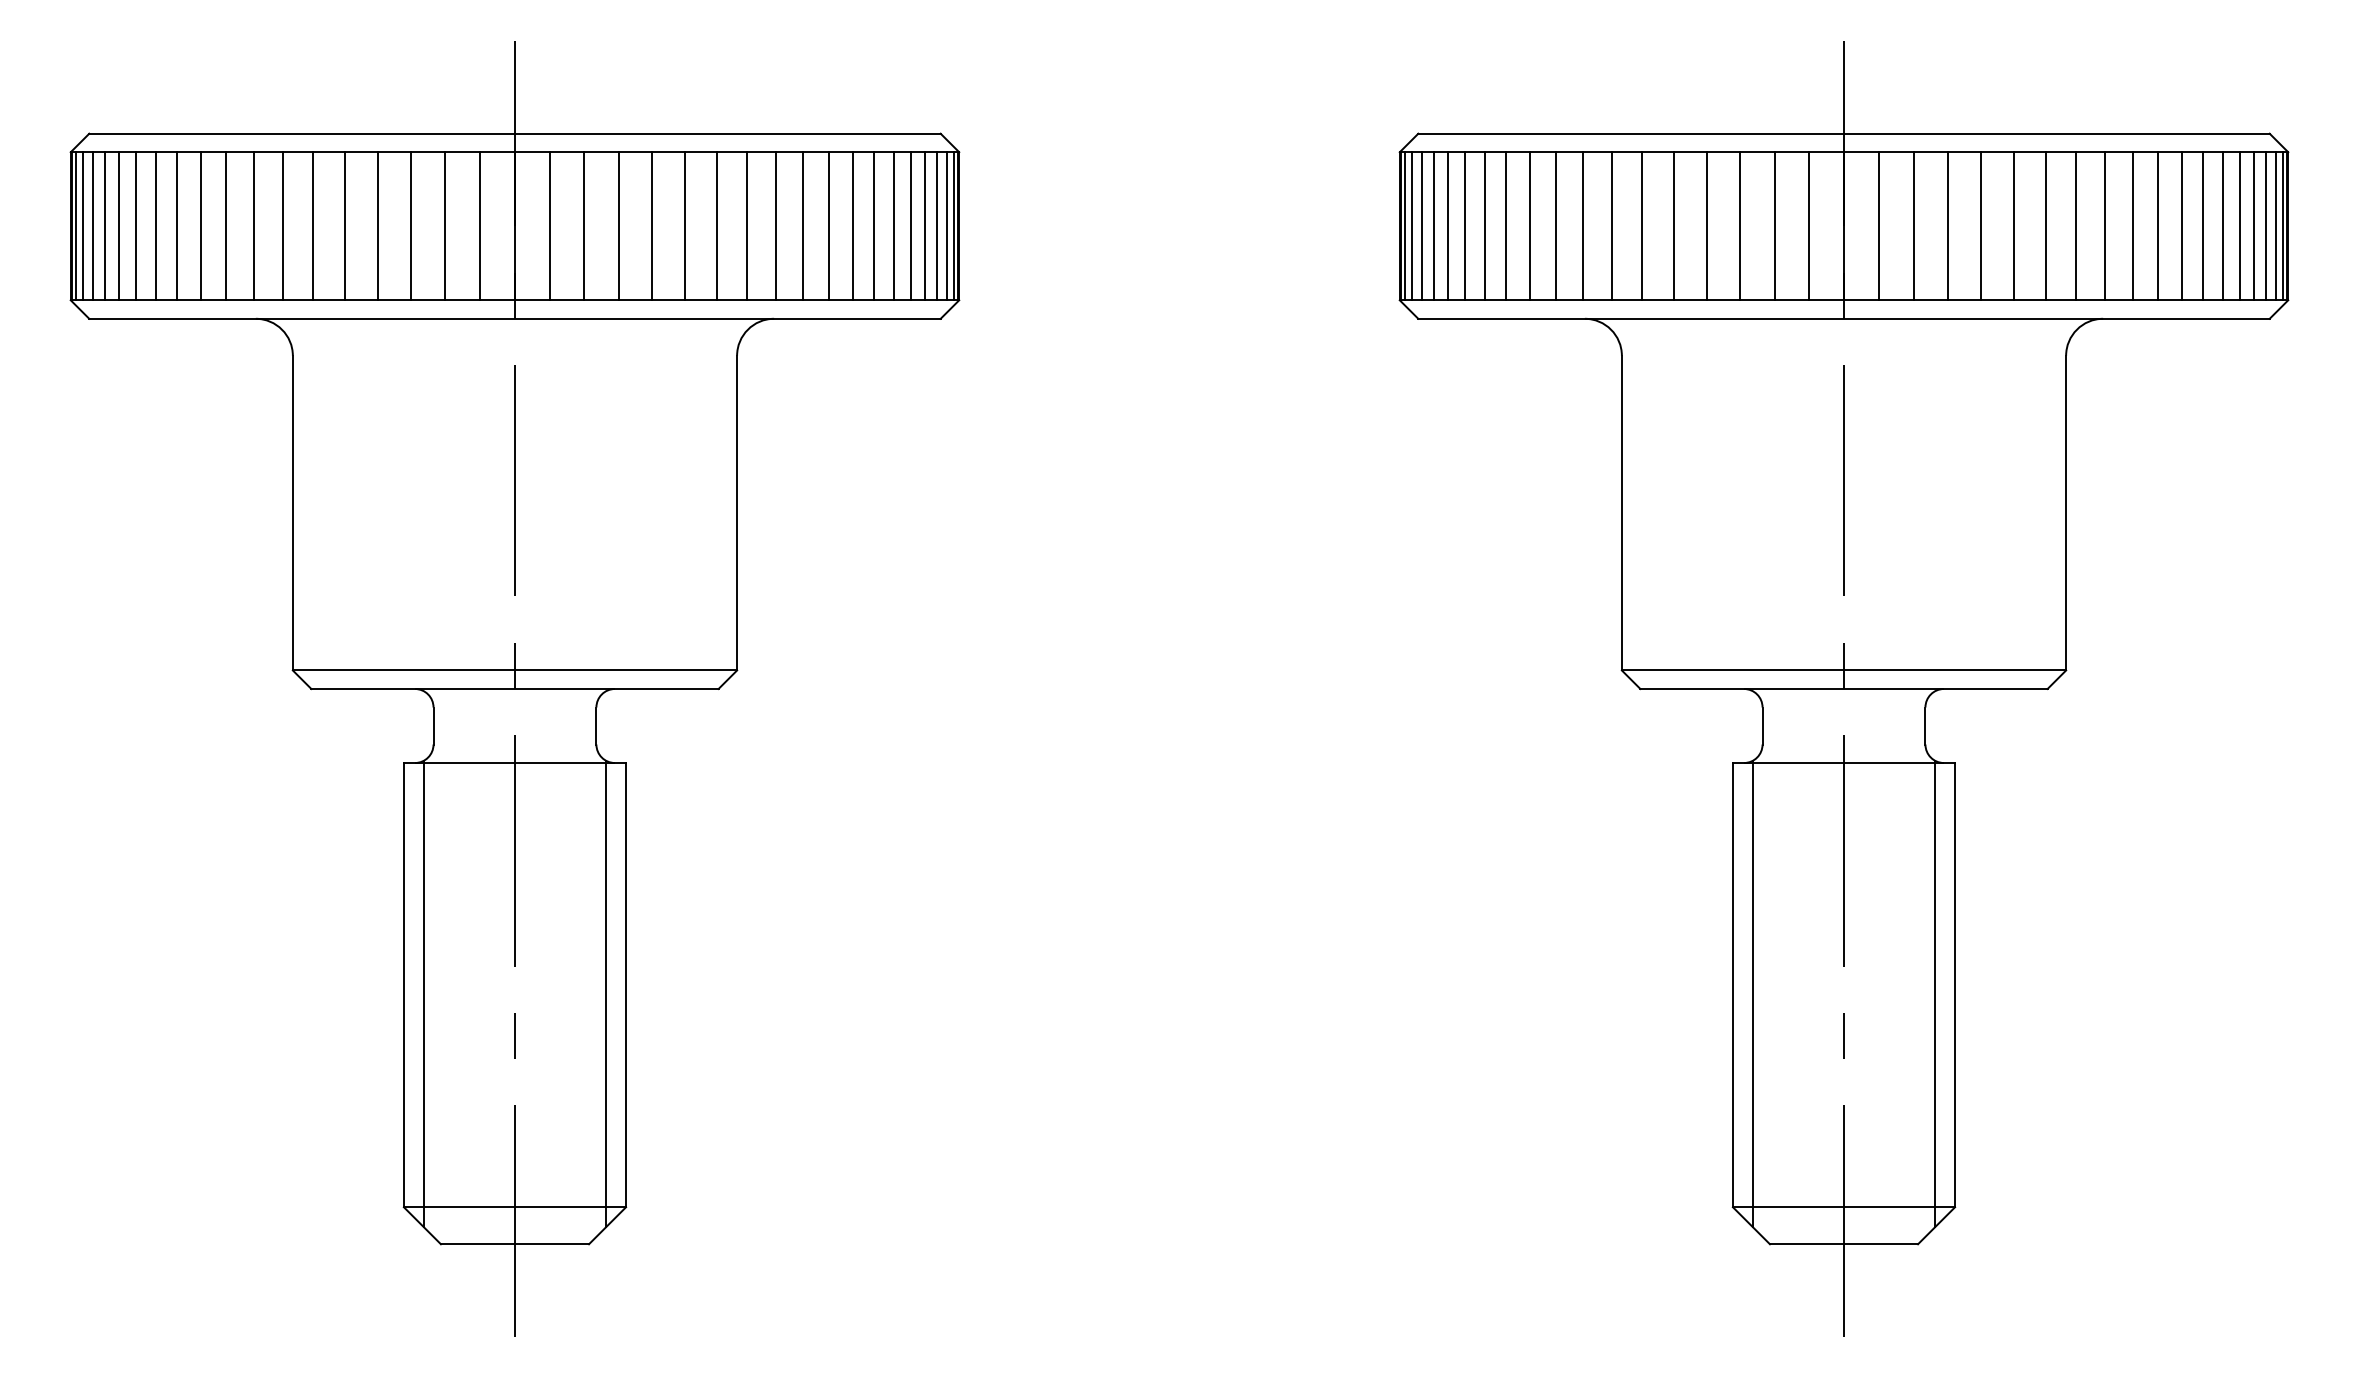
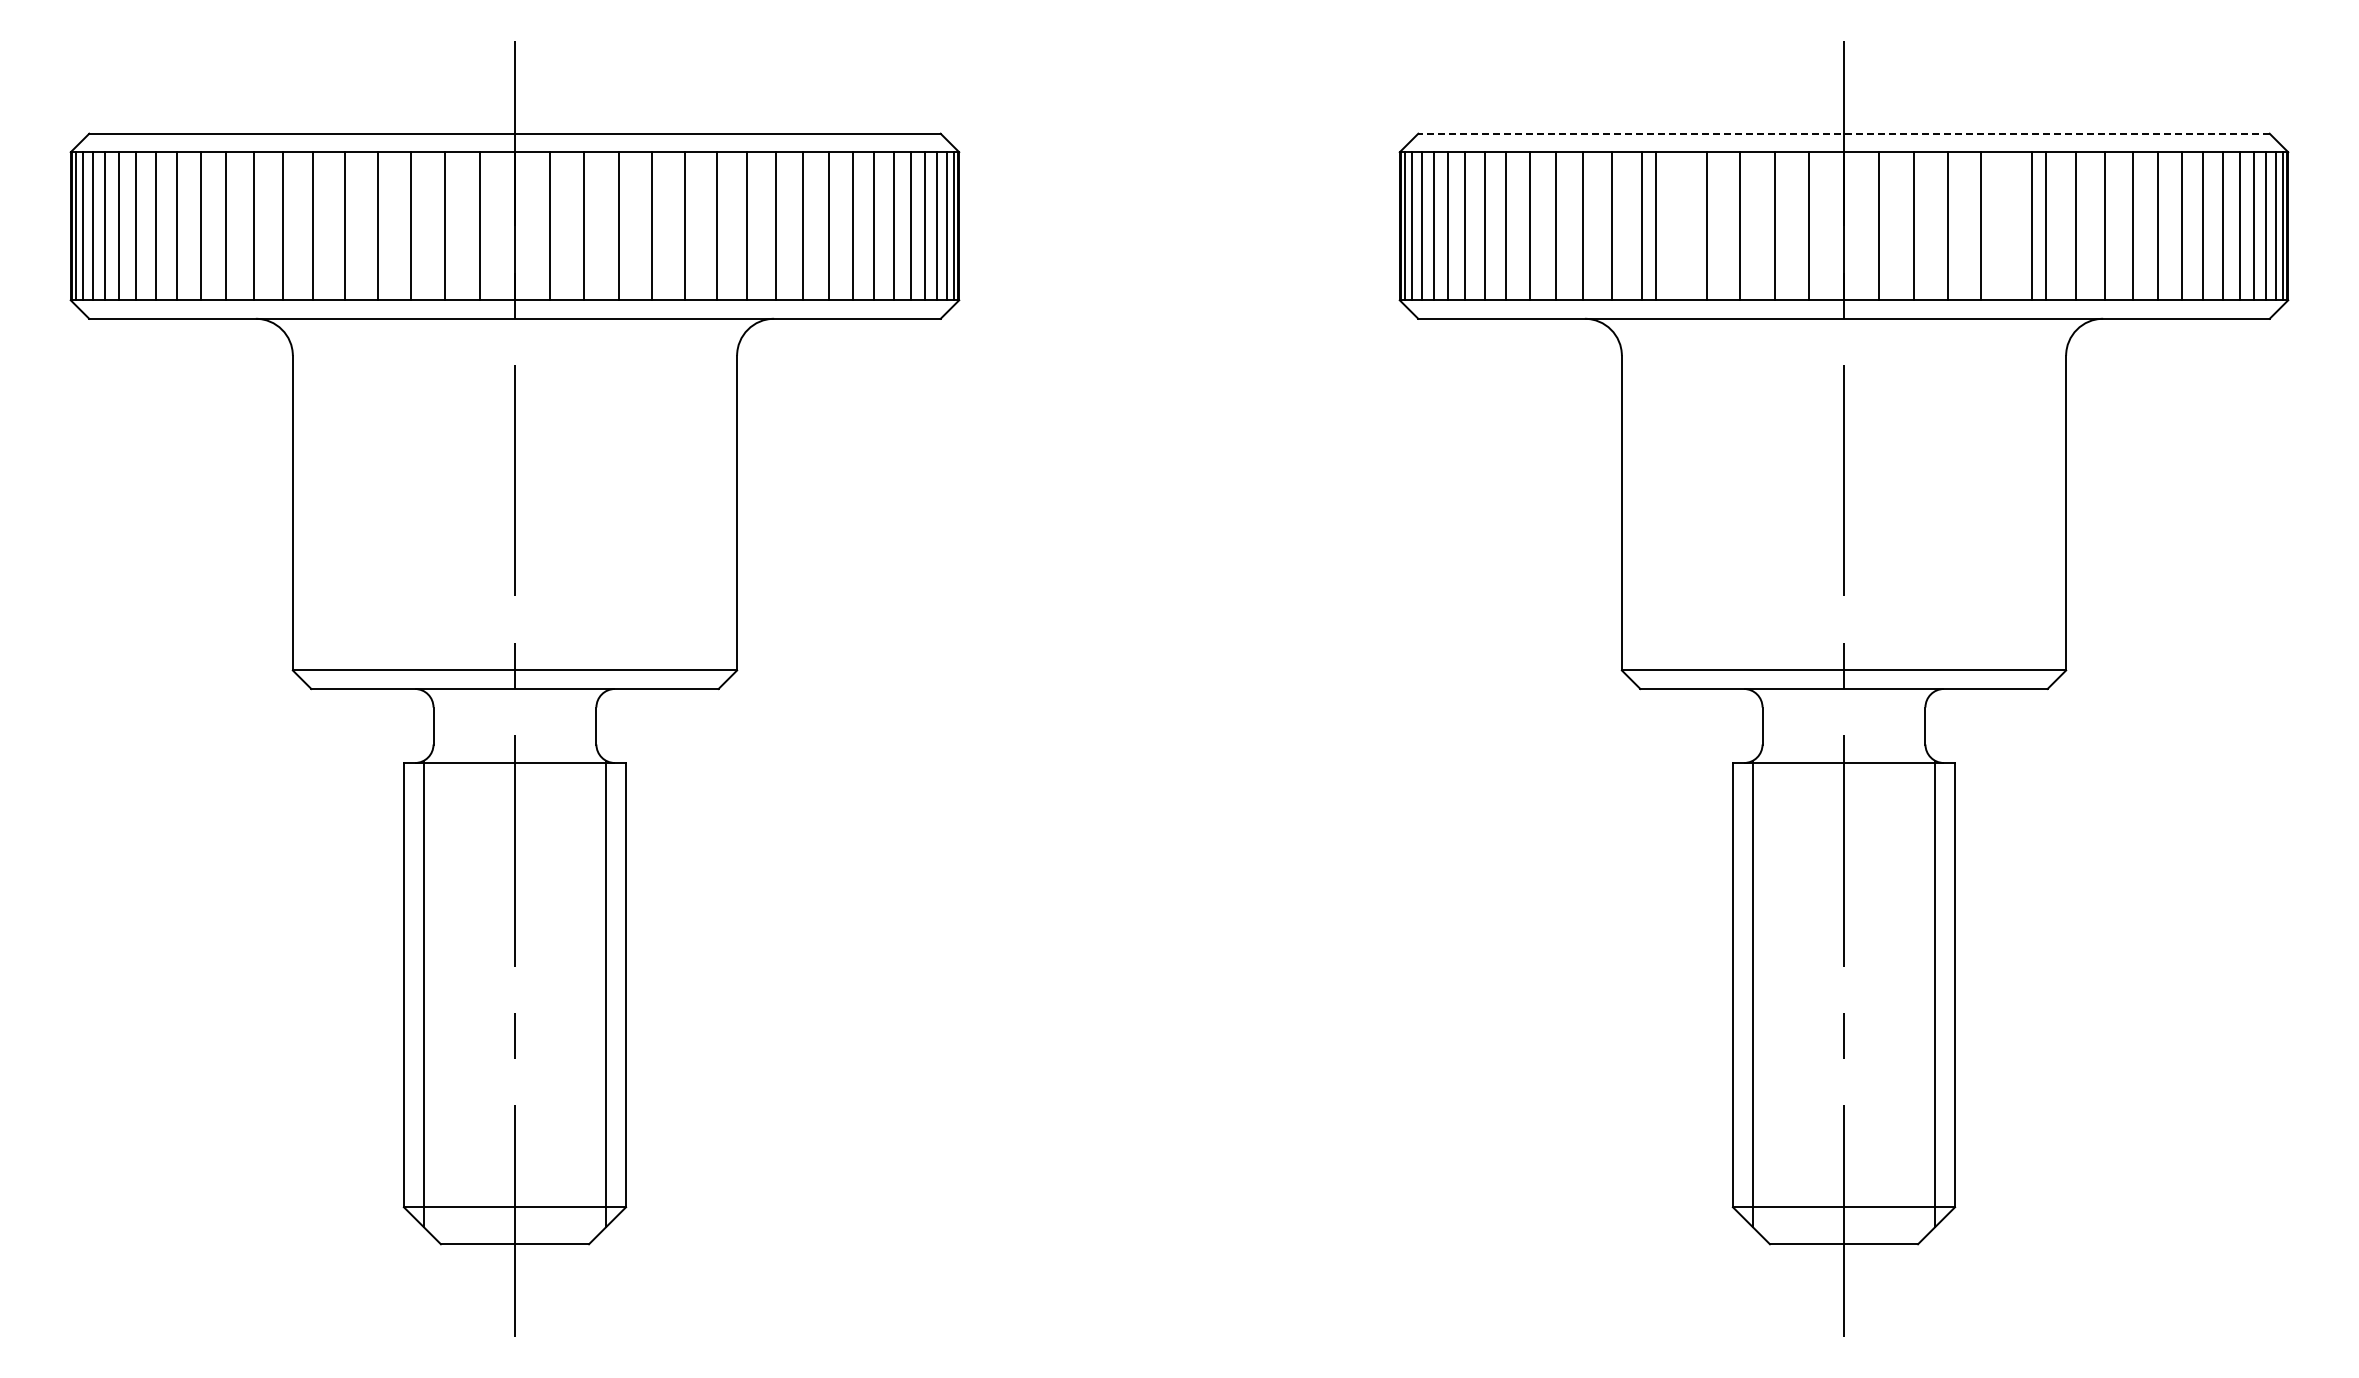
line at (1844, 133): solid -> dashed
line at (1674, 226) position: (1674, 226) -> (1656, 226)
line at (2014, 226) position: (2014, 226) -> (2032, 226)
